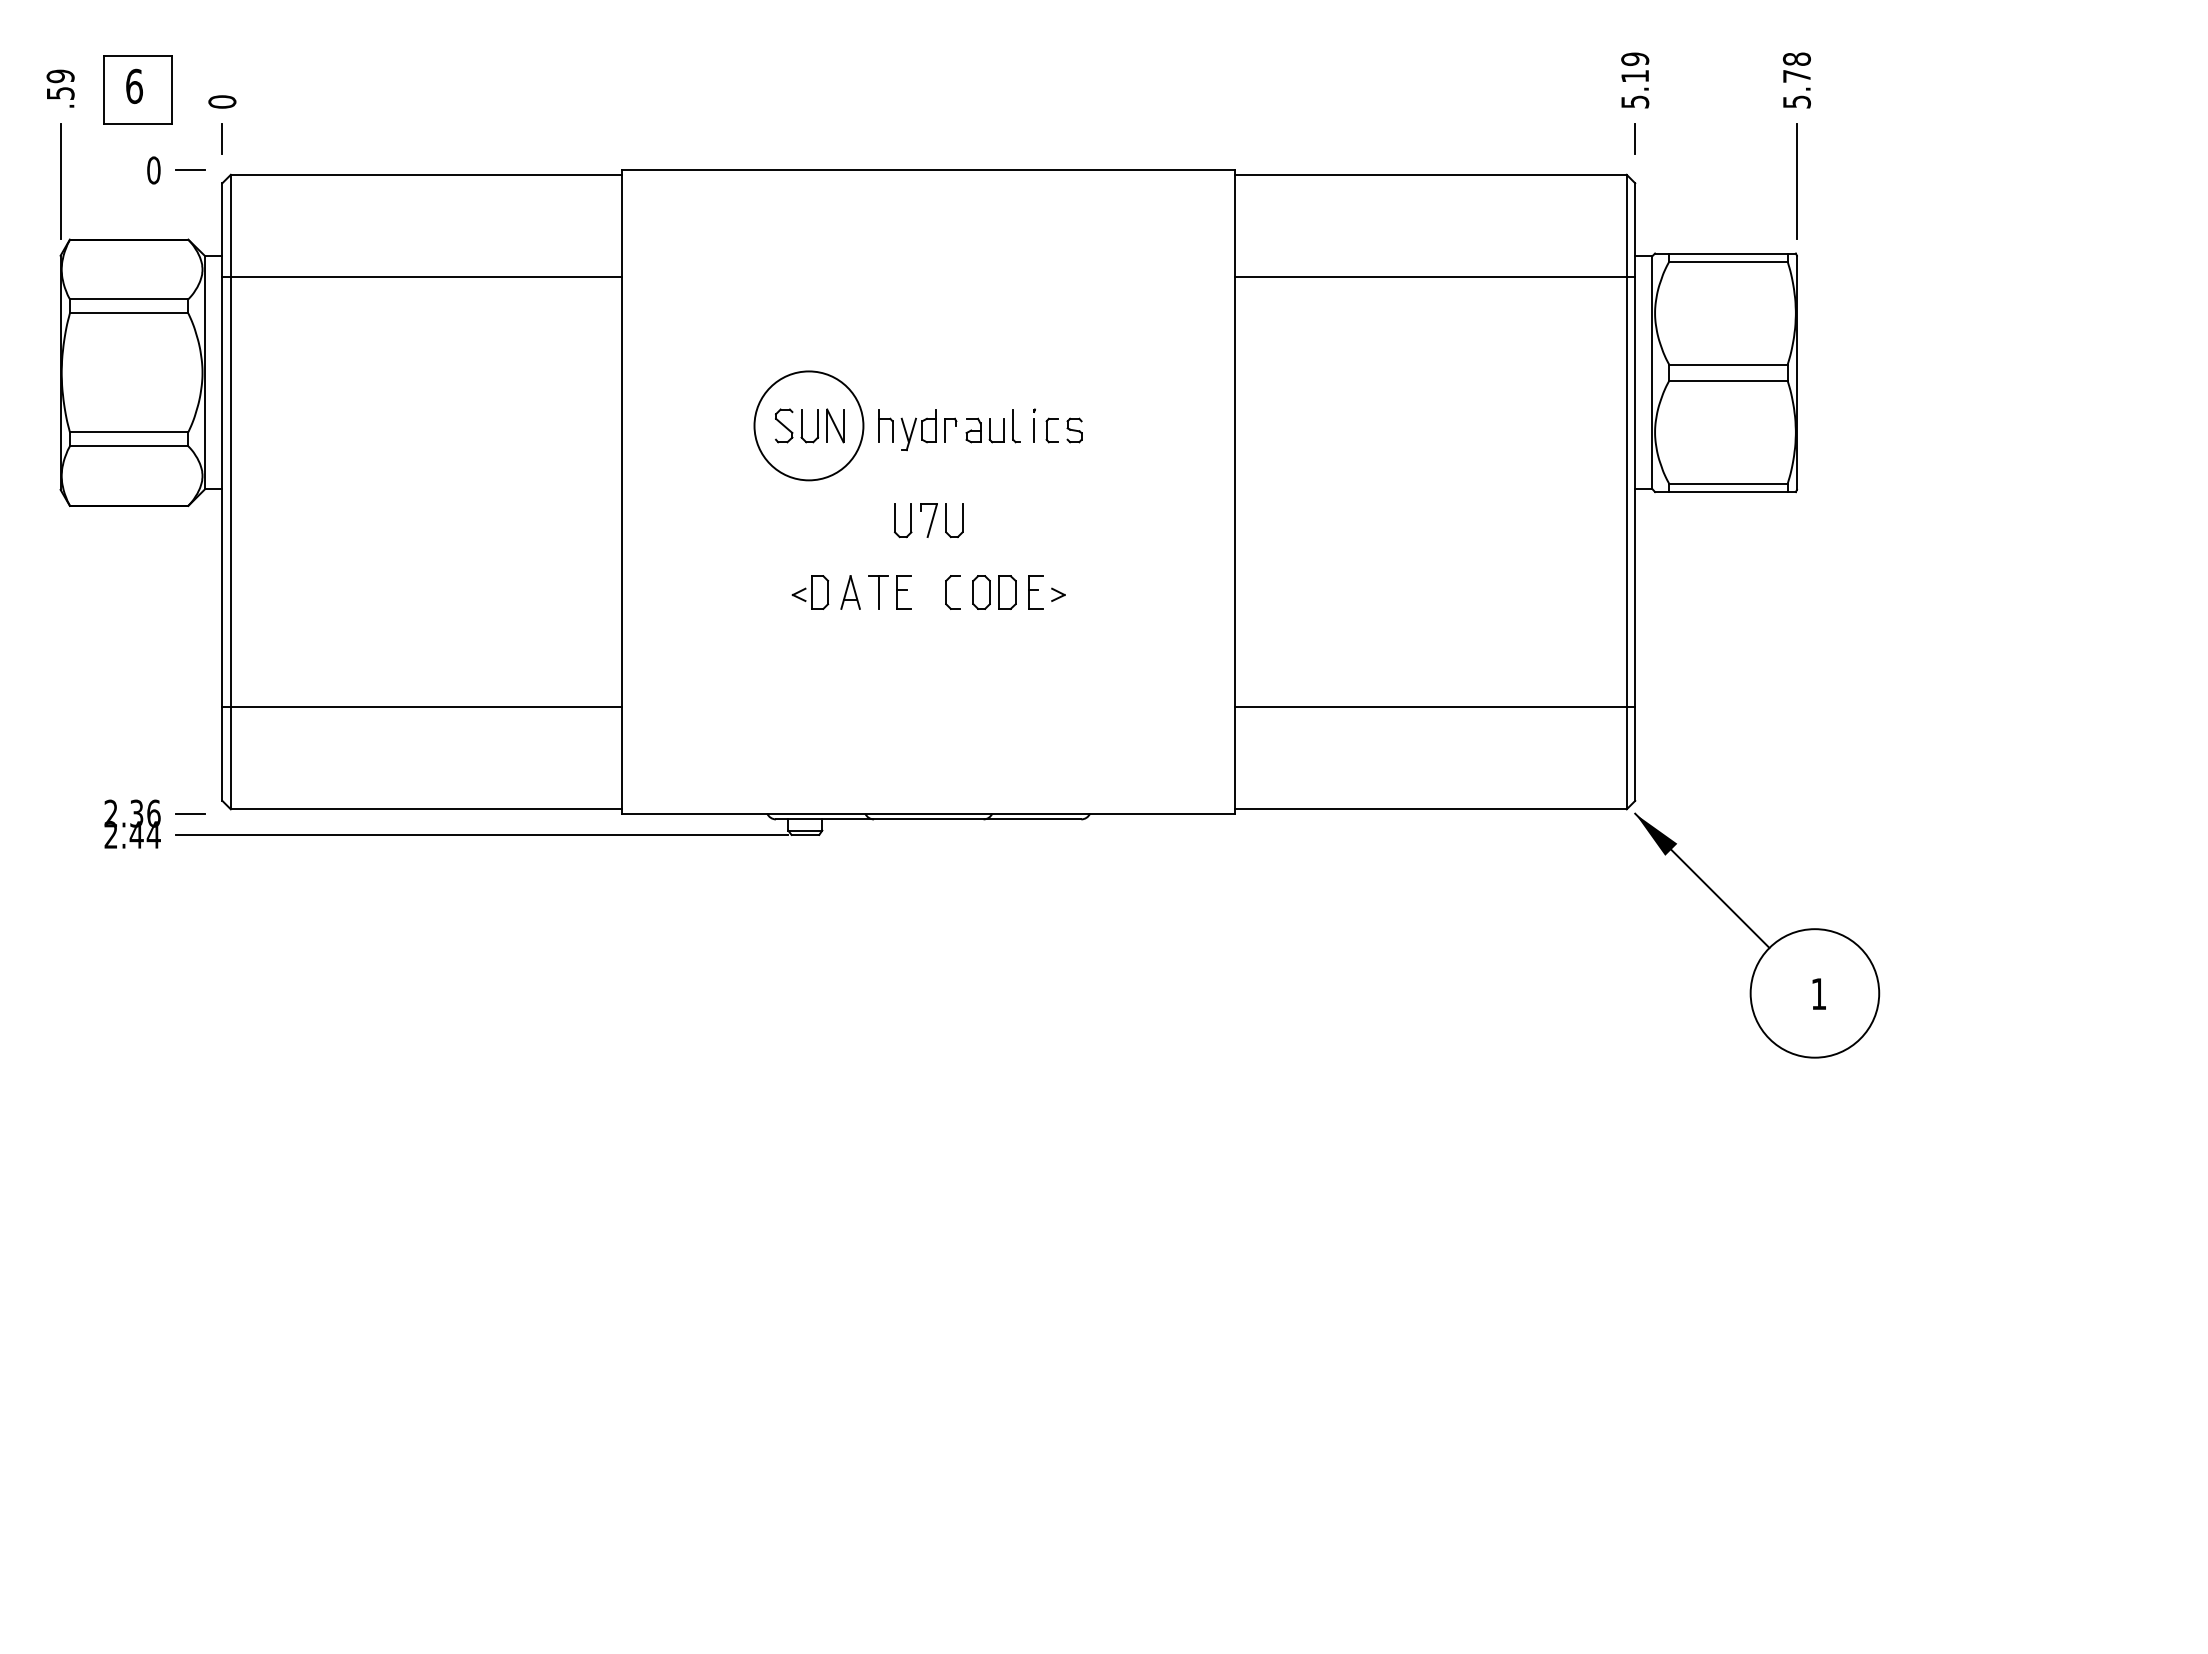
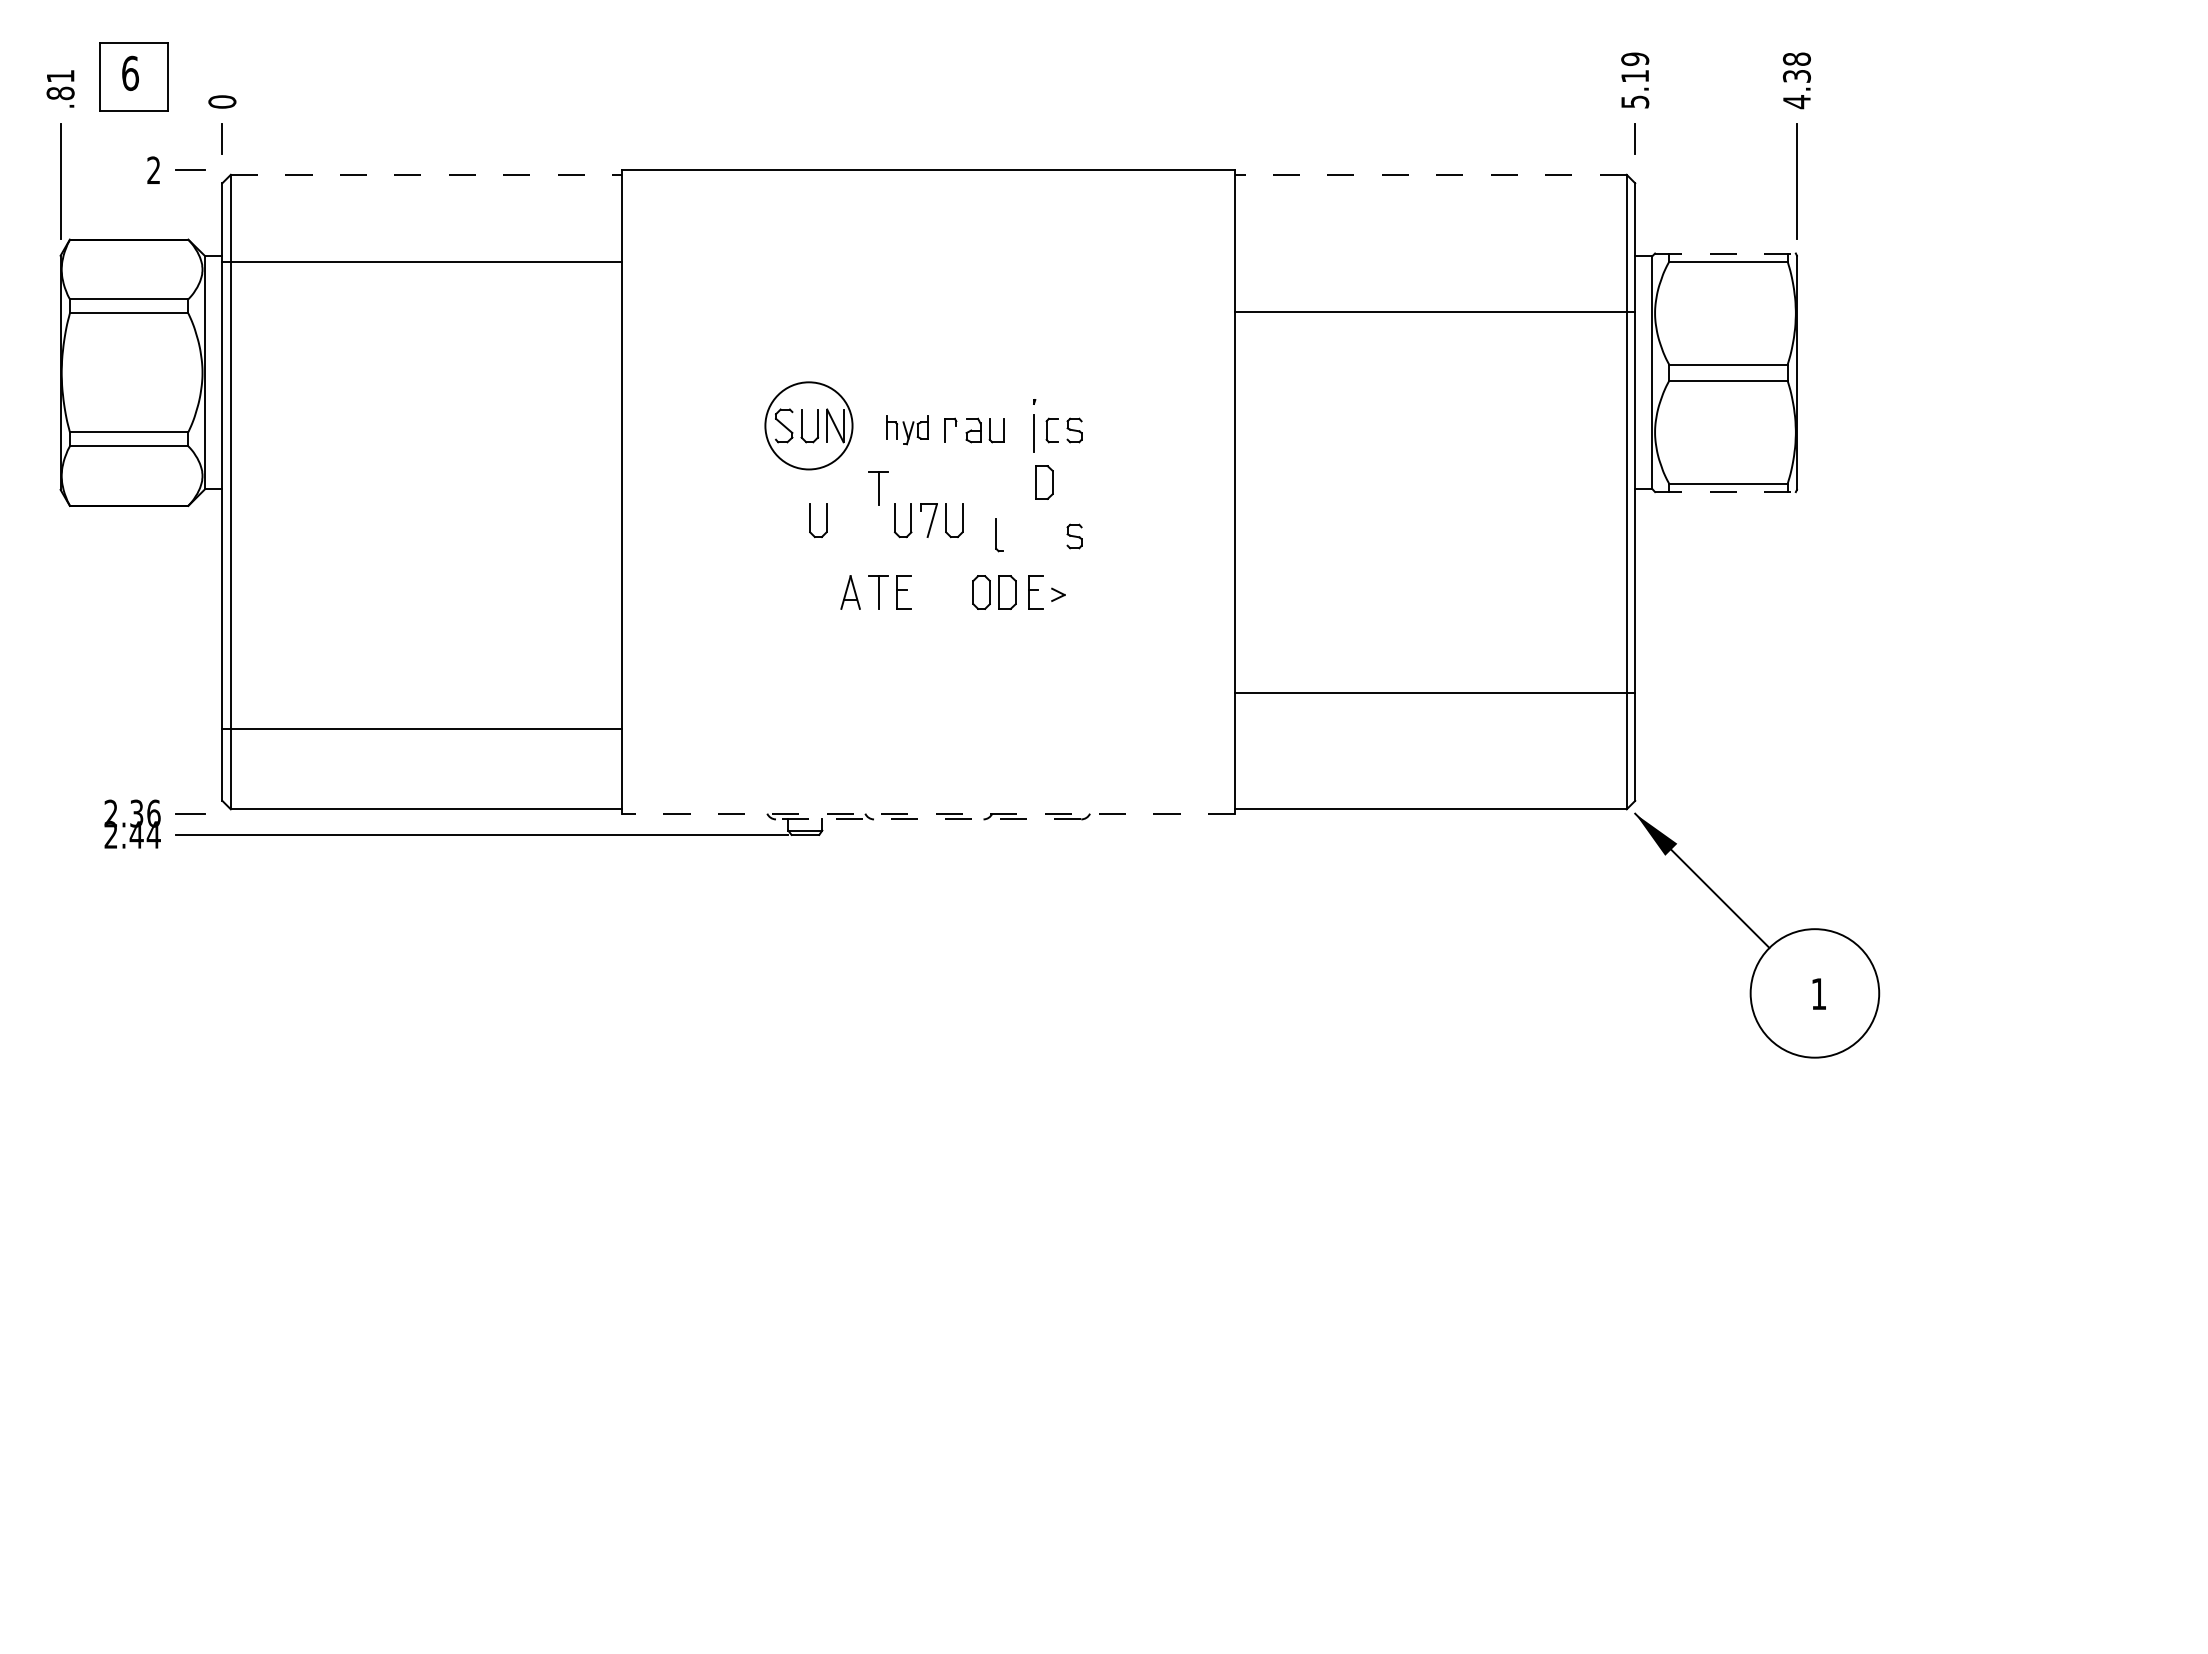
text at (60, 84): .59 -> .81
part at (137, 89) position: (137, 89) -> (133, 76)
text at (1796, 89): 5.78 -> 4.38
text at (153, 170): 0 -> 2
line at (426, 174): solid -> dashed
line at (1430, 174): solid -> dashed
line at (1725, 253): solid -> dashed
line at (422, 276) position: (422, 276) -> (422, 261)
line at (1435, 276) position: (1435, 276) -> (1435, 311)
circle at (808, 425) diameter: 109 px -> 87 px
part at (1034, 425) size: 3x35 px -> 4x54 px
part at (1016, 426) position: (1016, 426) -> (999, 535)
part at (907, 430) size: 59x43 px -> 43x31 px
part at (1044, 482): none -> present
part at (878, 488): none -> present
line at (1725, 492): solid -> dashed
part at (810, 520): none -> present
part at (1074, 536): none -> present
part at (810, 592): present -> none
part at (952, 592): present -> none
line at (422, 707) position: (422, 707) -> (422, 729)
line at (1435, 707) position: (1435, 707) -> (1435, 693)
line at (928, 813): solid -> dashed
line at (928, 819): solid -> dashed
